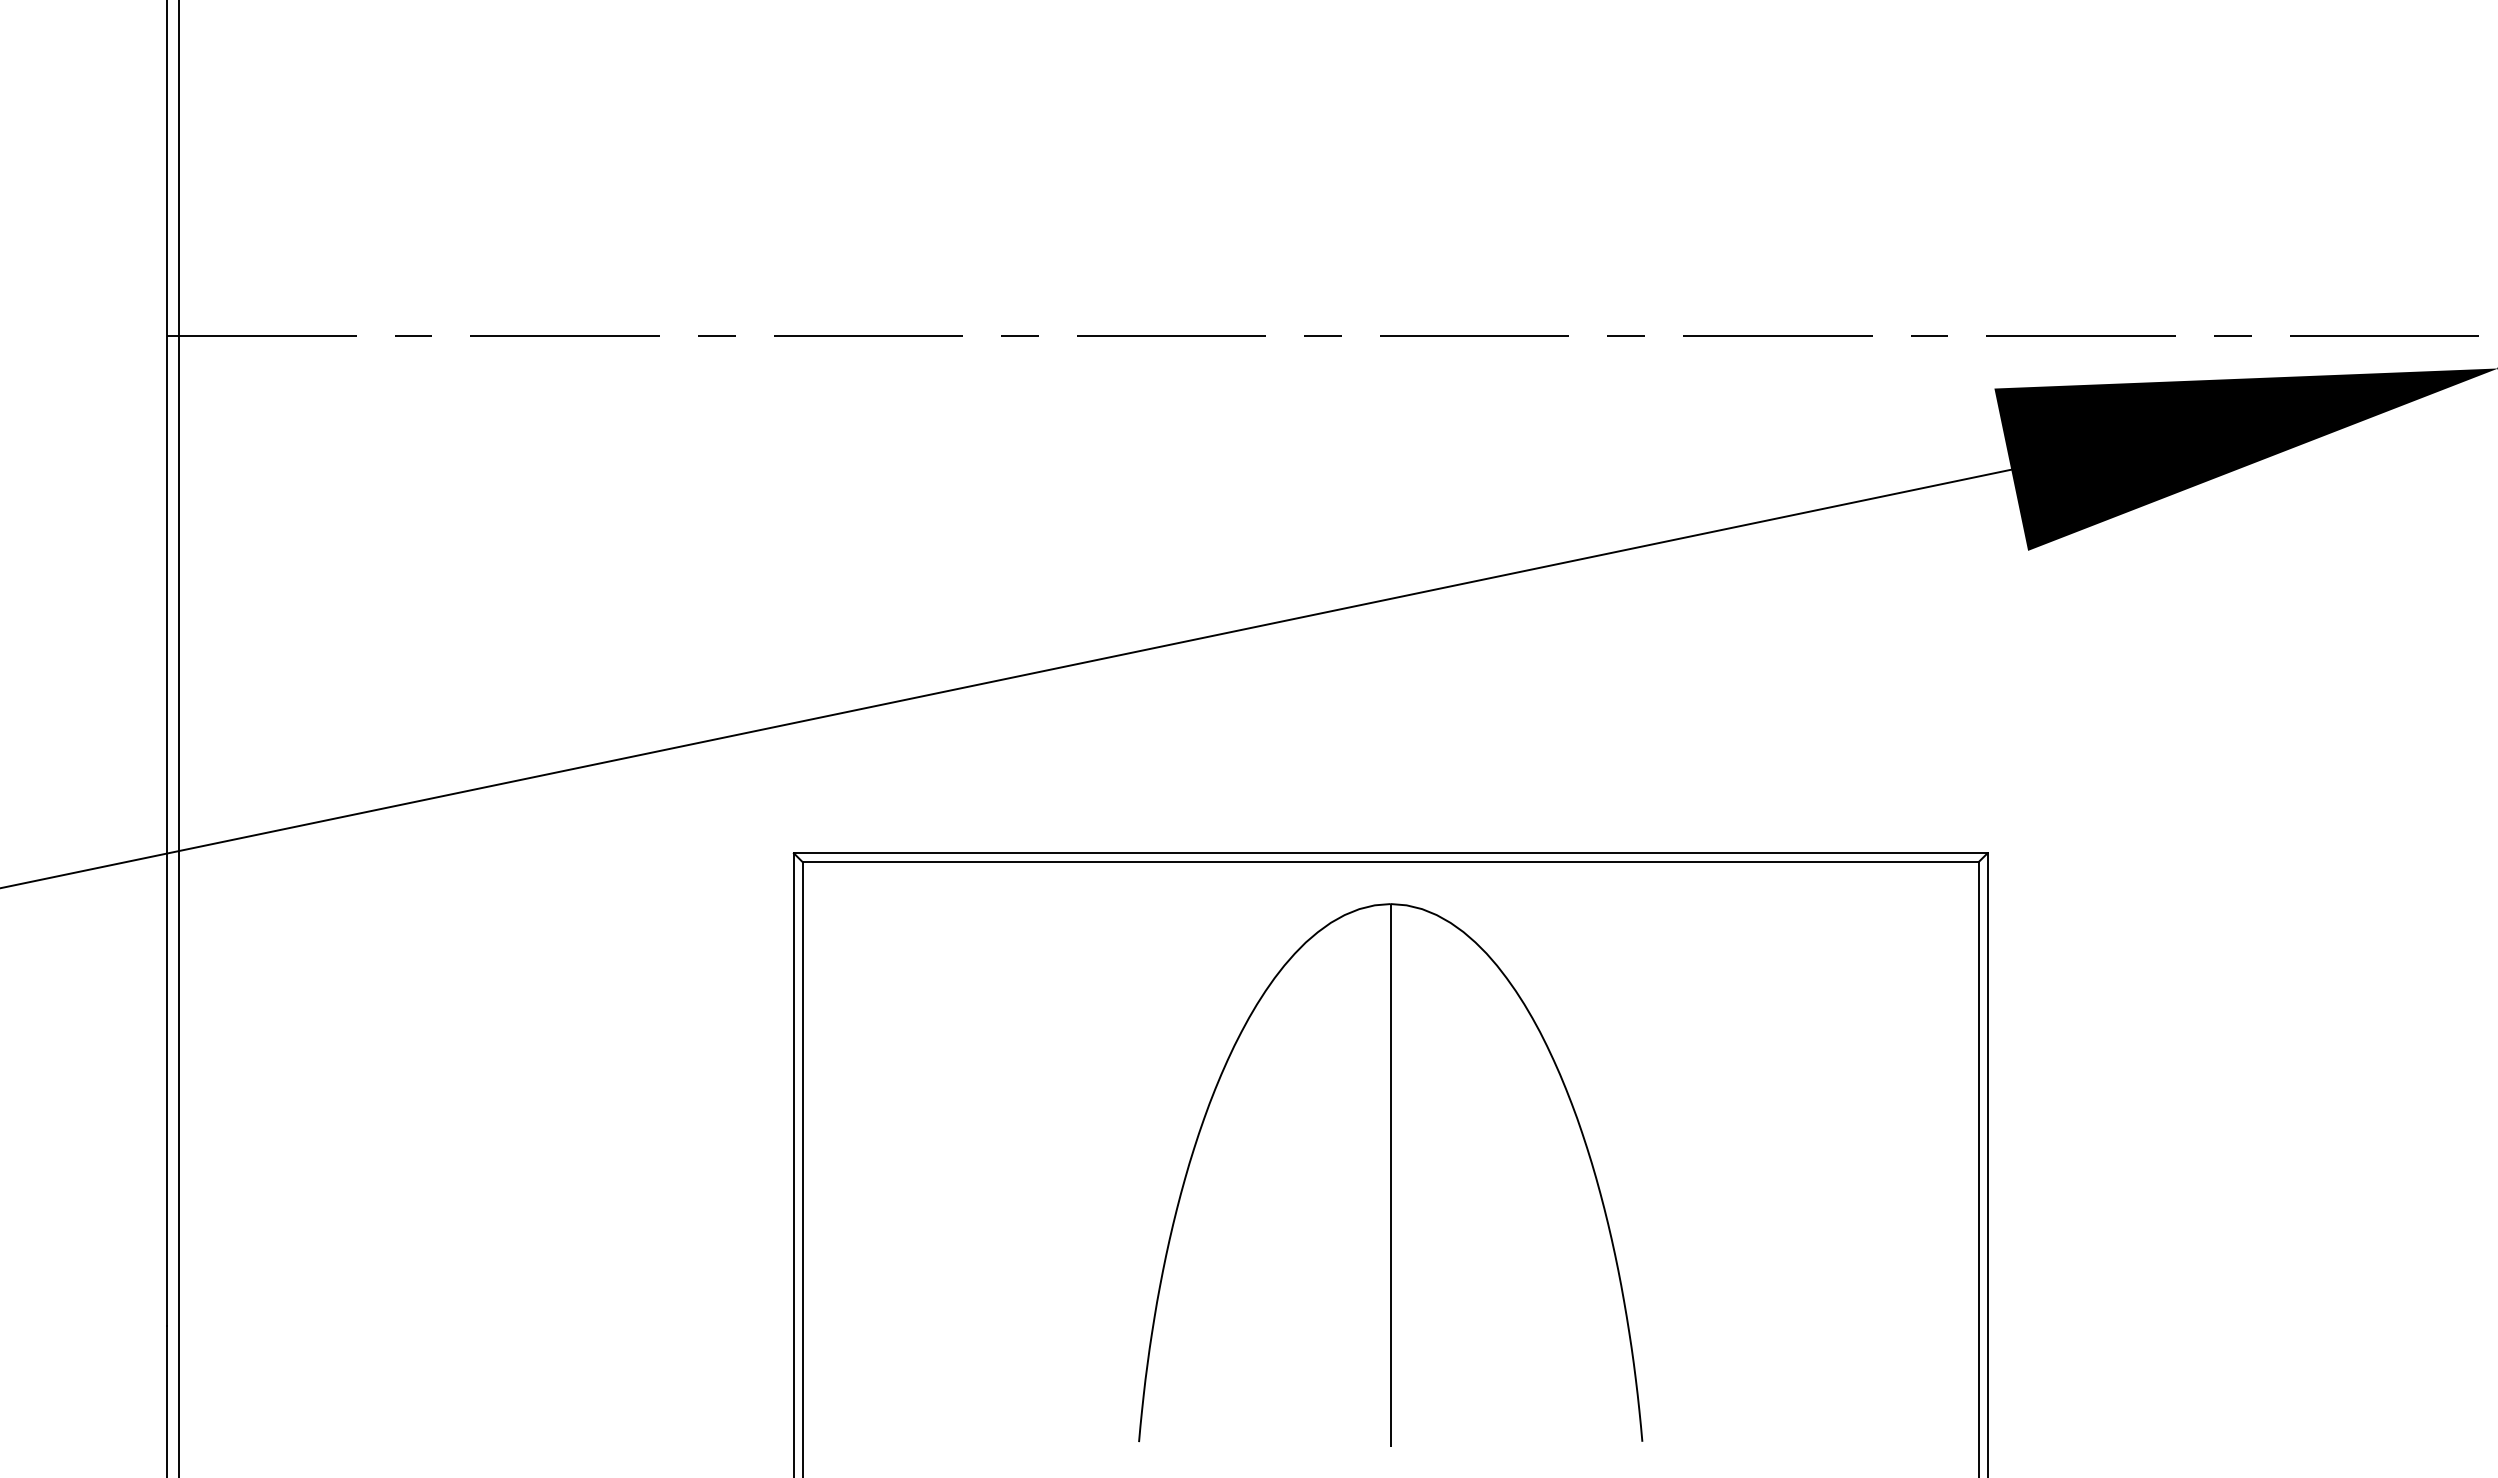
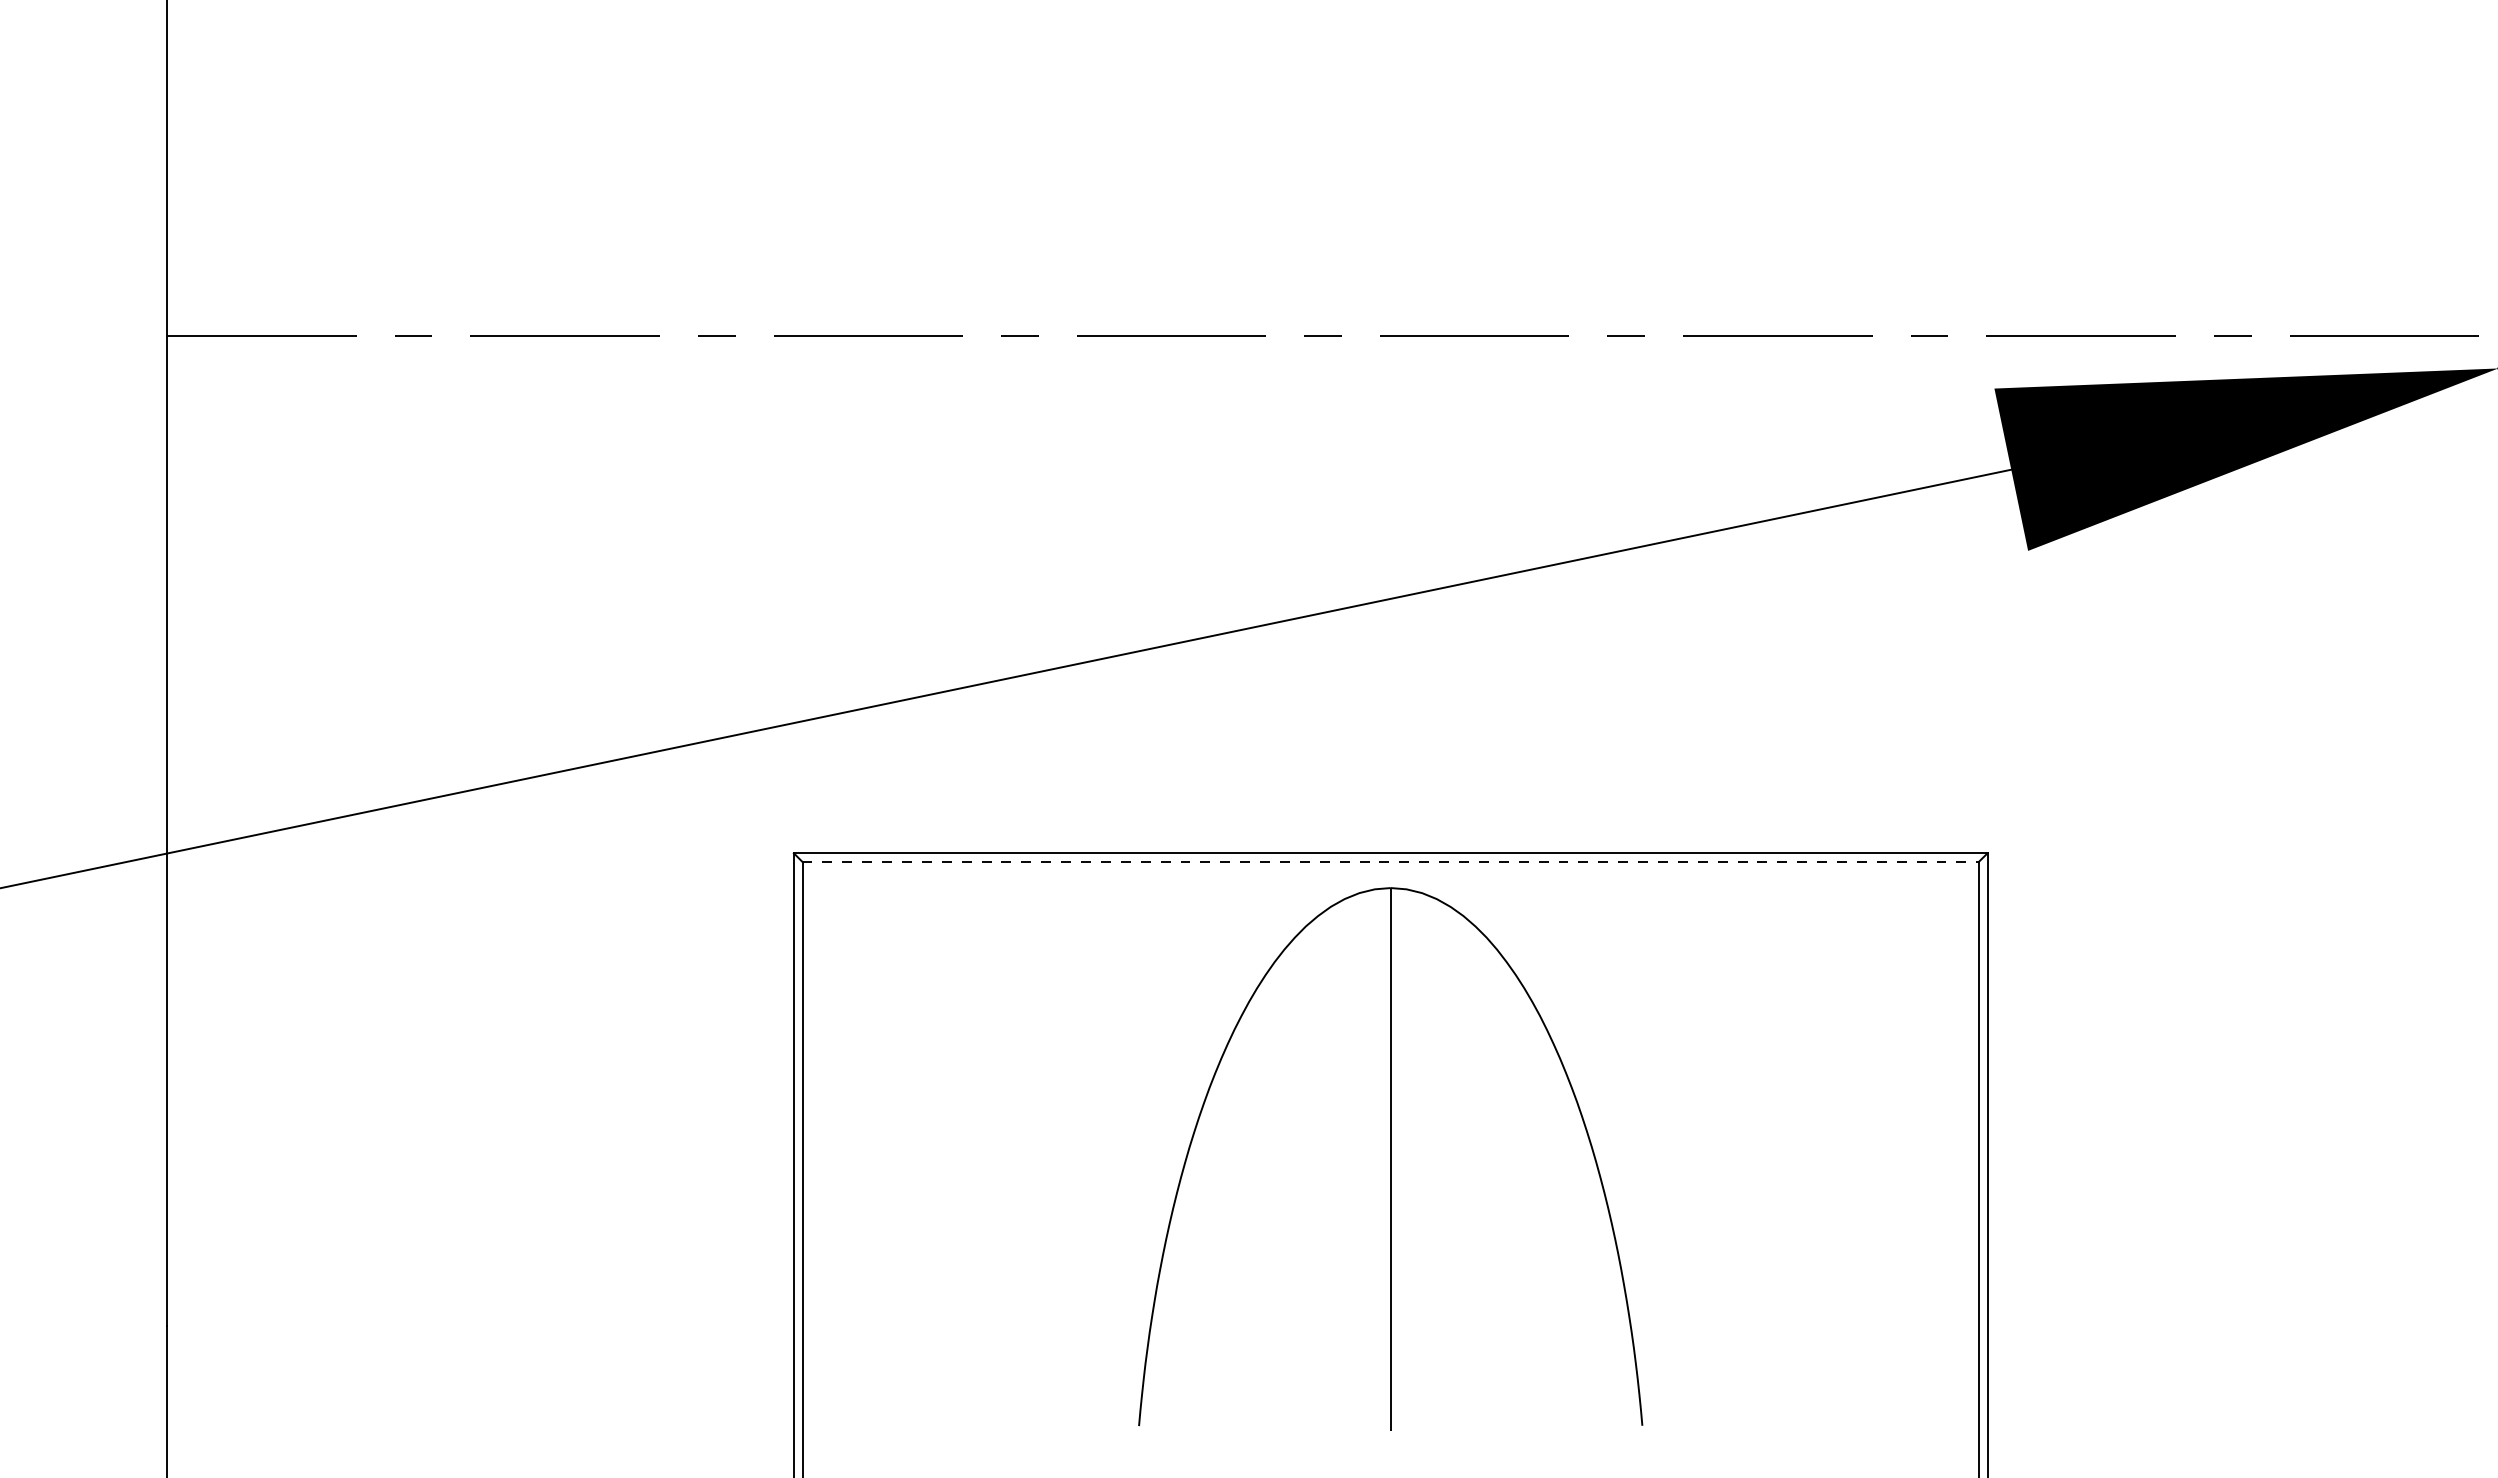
line at (178, 738): present -> none
line at (1391, 861): solid -> dashed
part at (1390, 1174) position: (1390, 1174) -> (1390, 1158)
